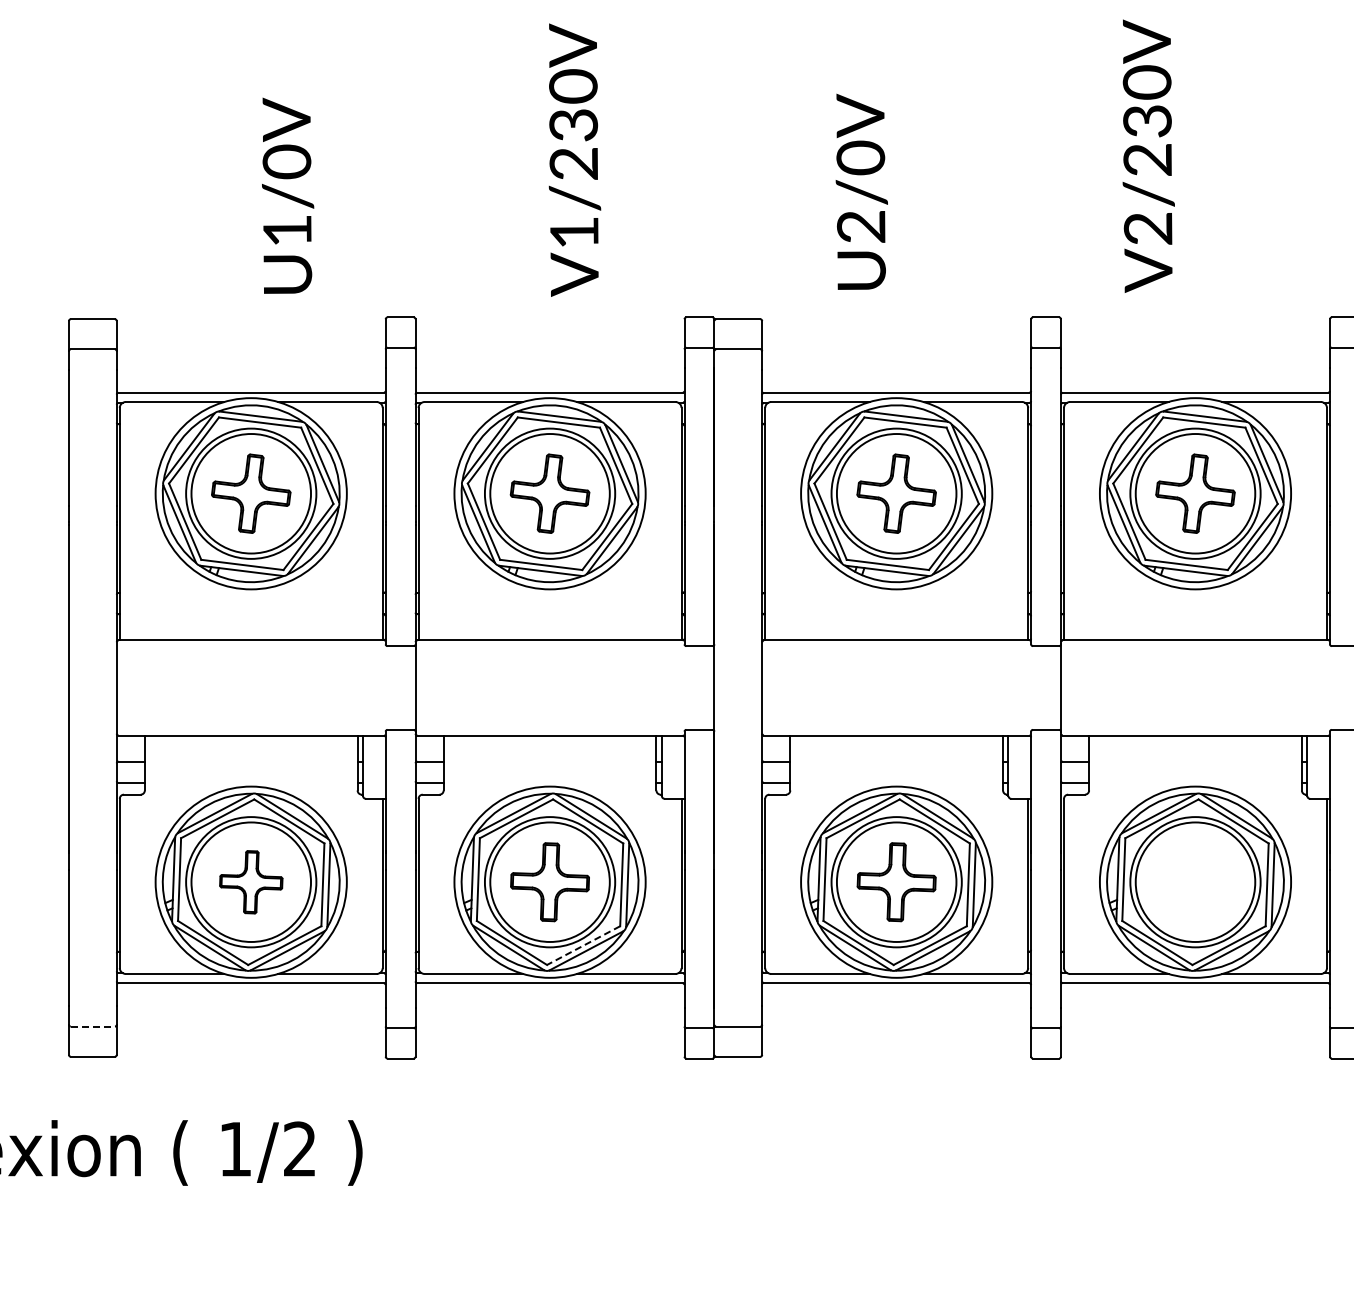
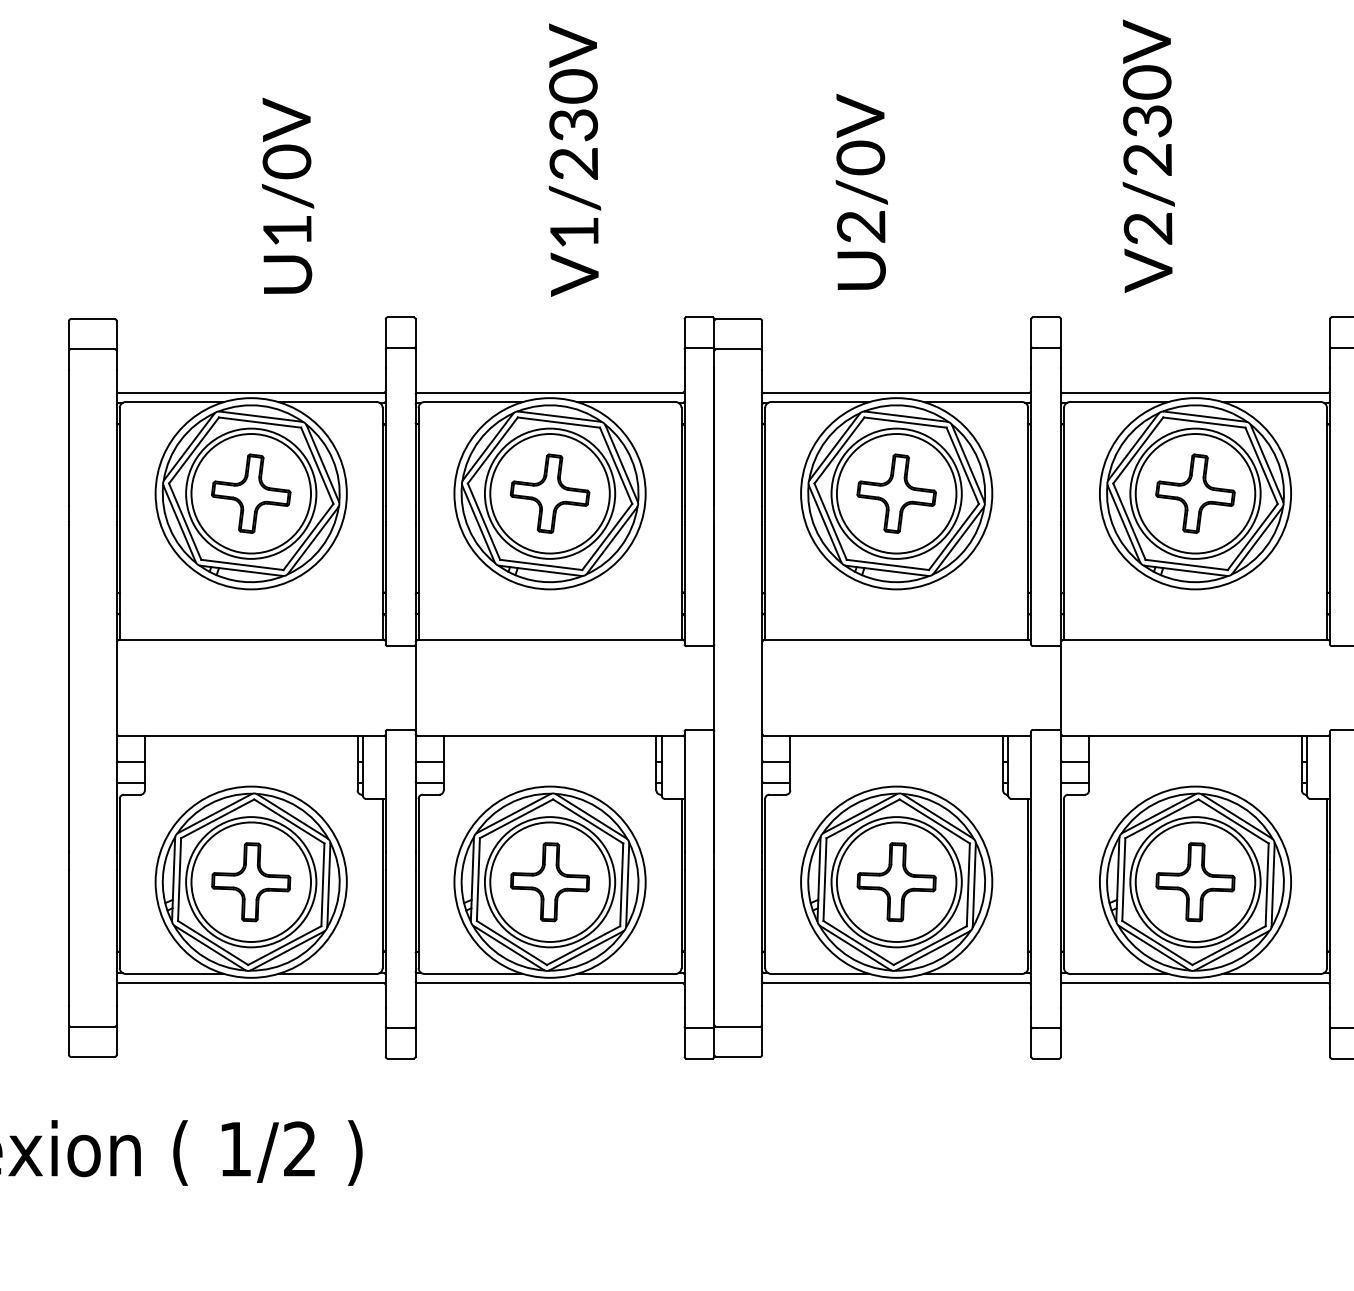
part at (251, 882) size: 65x65 px -> 81x81 px
part at (1195, 882): none -> present
line at (583, 945): dashed -> solid
line at (93, 1026): dashed -> solid
